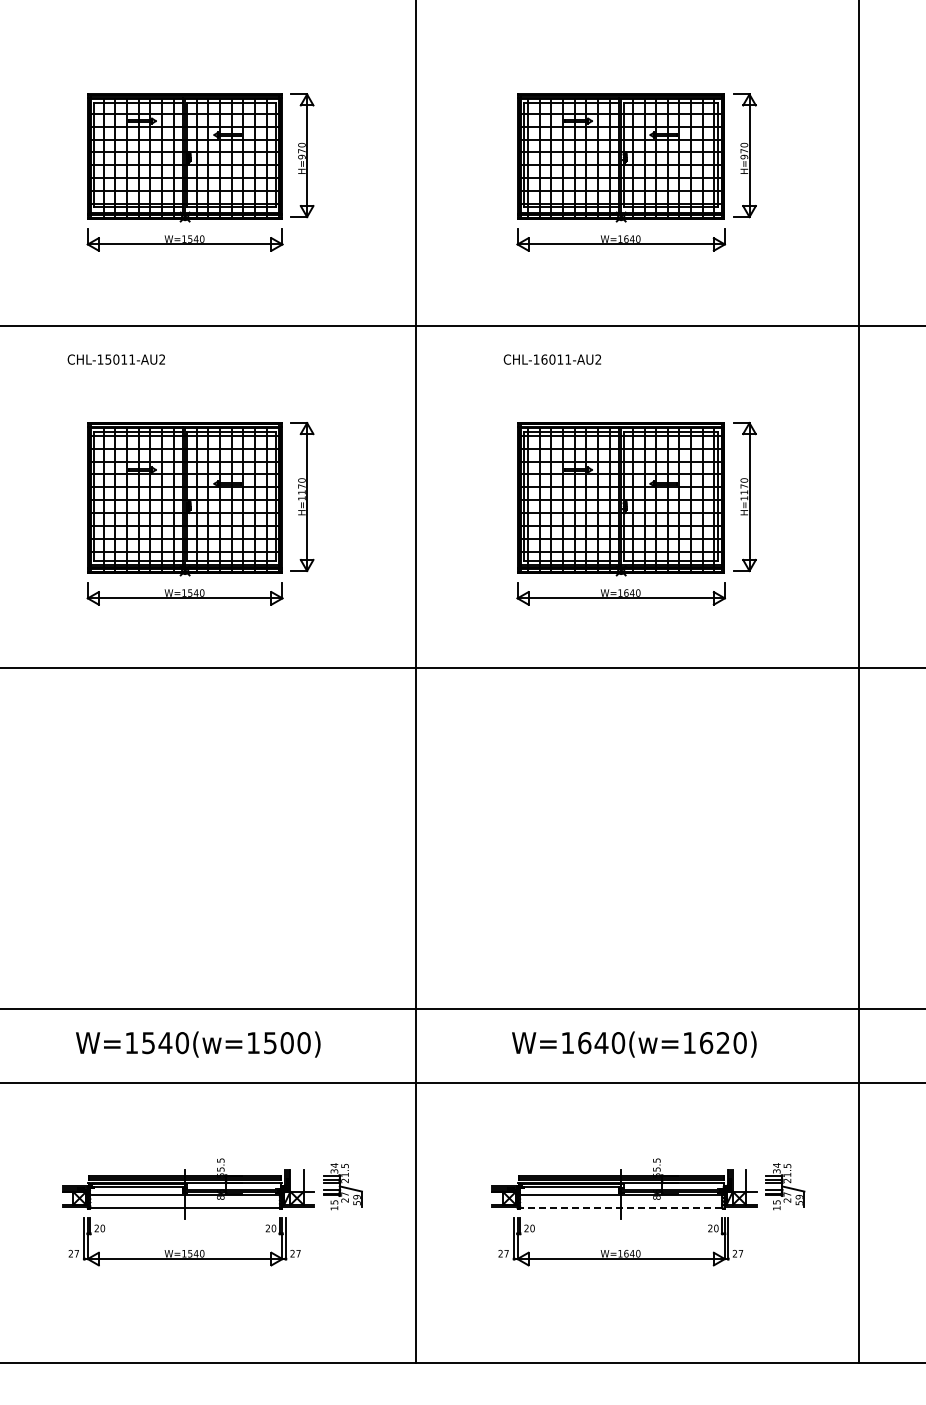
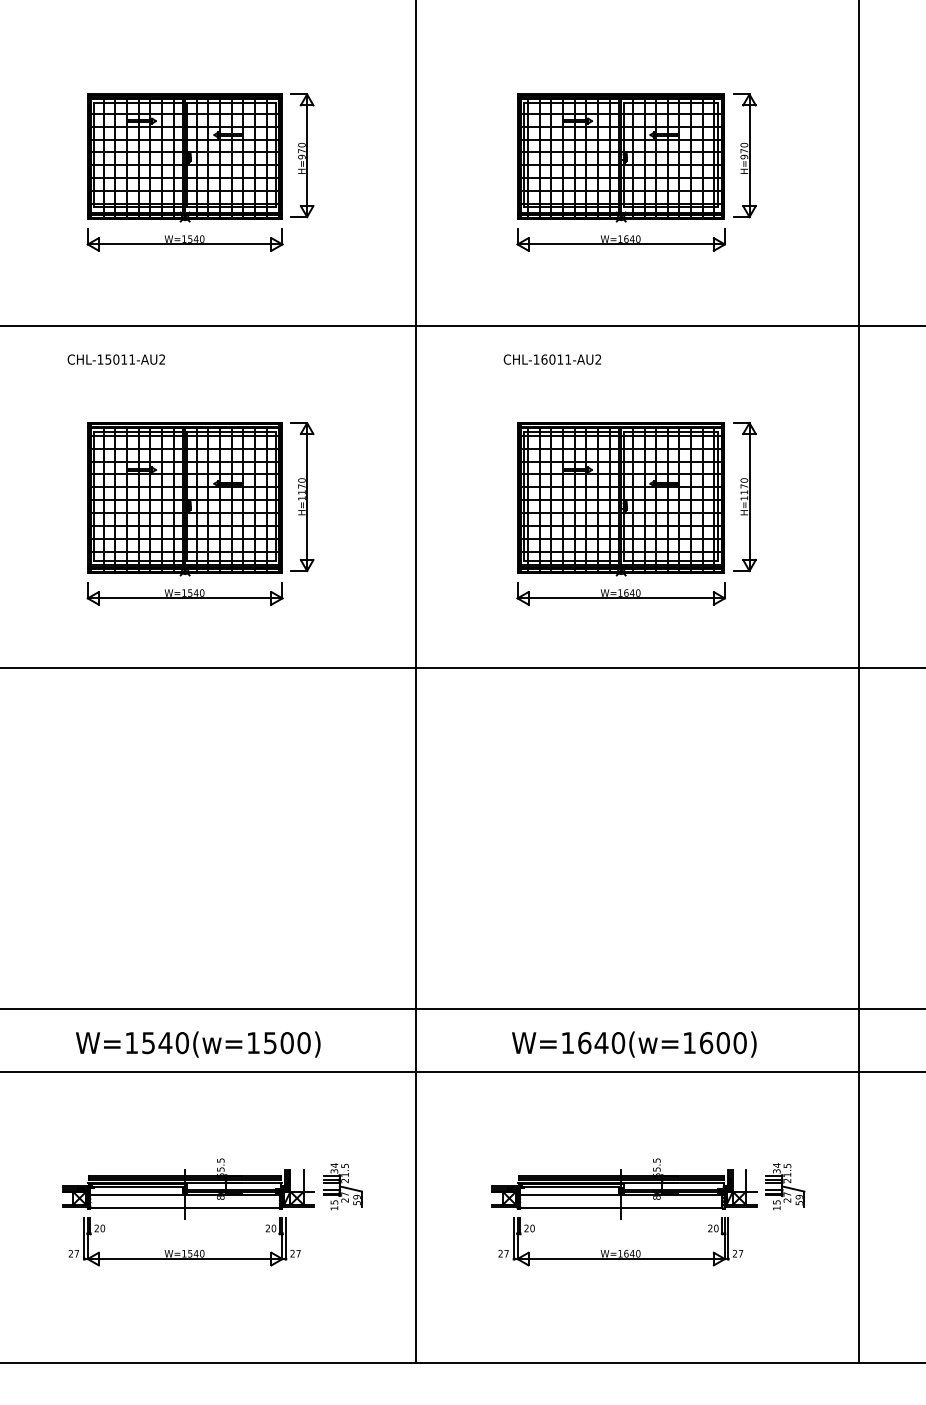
text at (722, 1043): W=1640(w=1620) -> W=1640(w=1600)
line at (462, 1083) position: (462, 1083) -> (462, 1072)
line at (620, 1208): dashed -> solid
